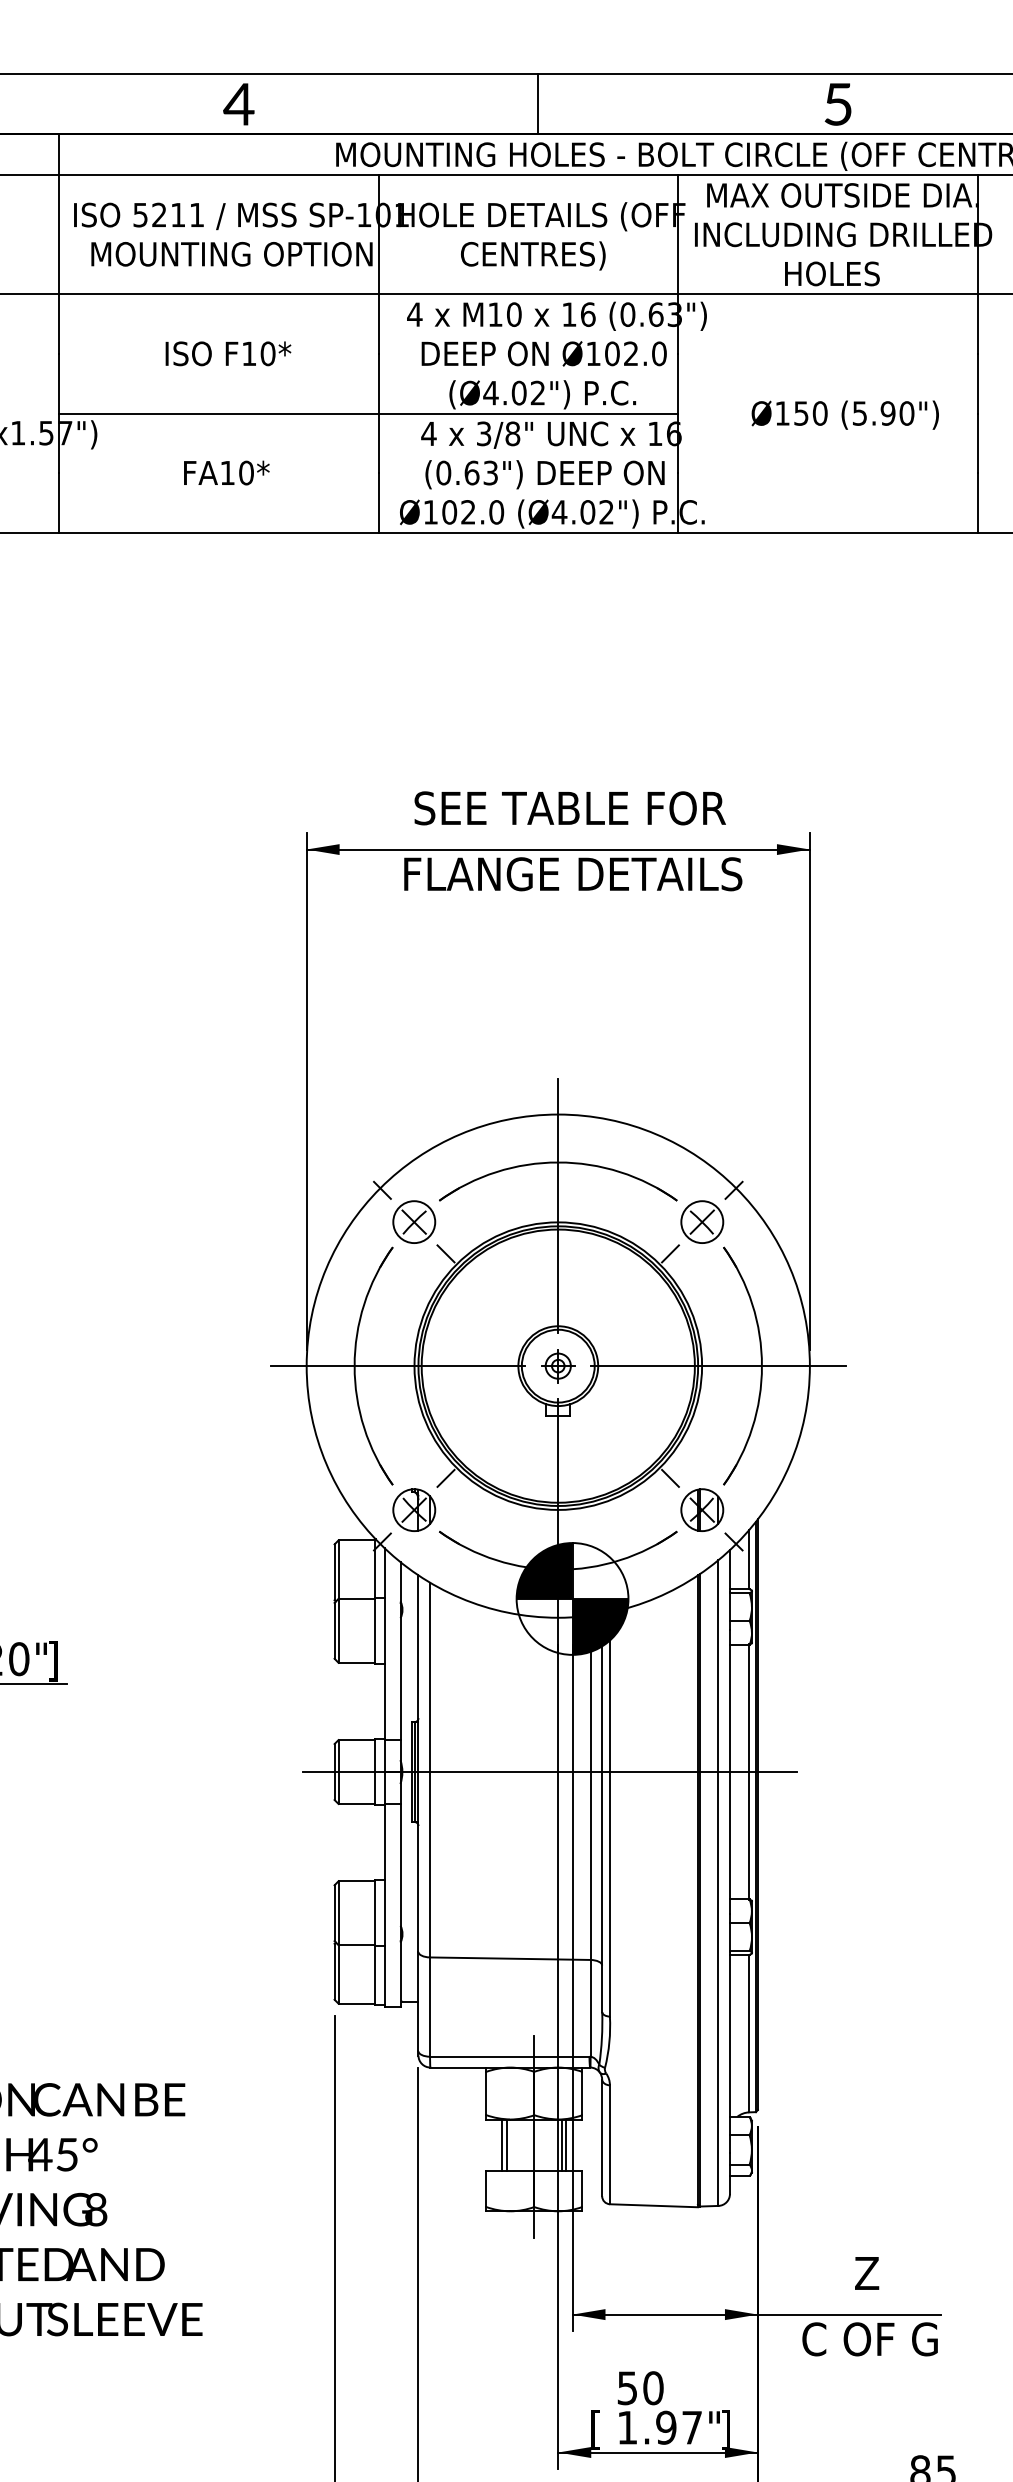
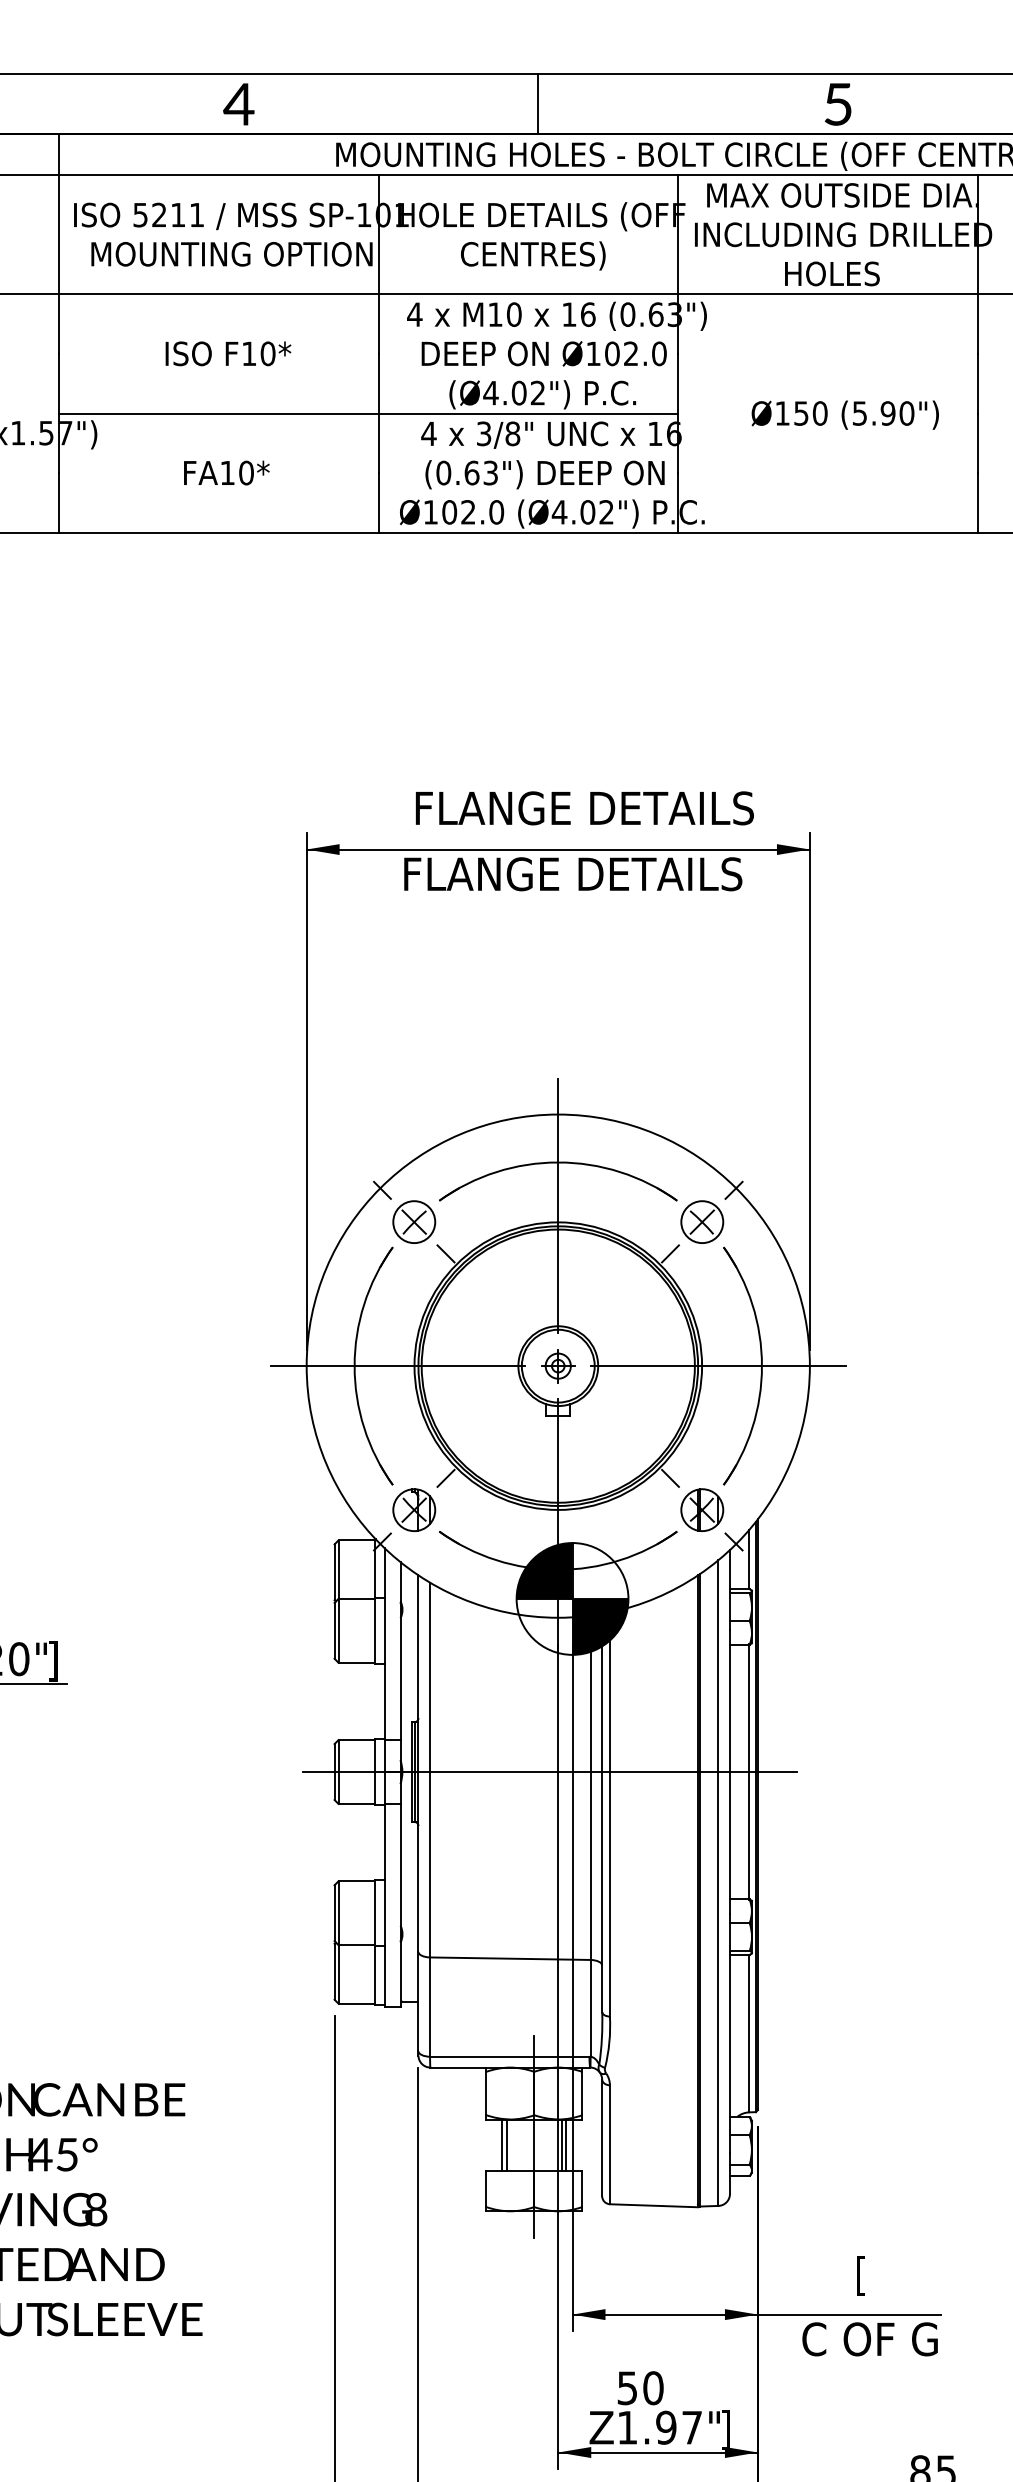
text at (583, 808): SEE TABLE FOR -> FLANGE DETAILS
text at (867, 2275): Z -> [
text at (601, 2429): [ -> Z
